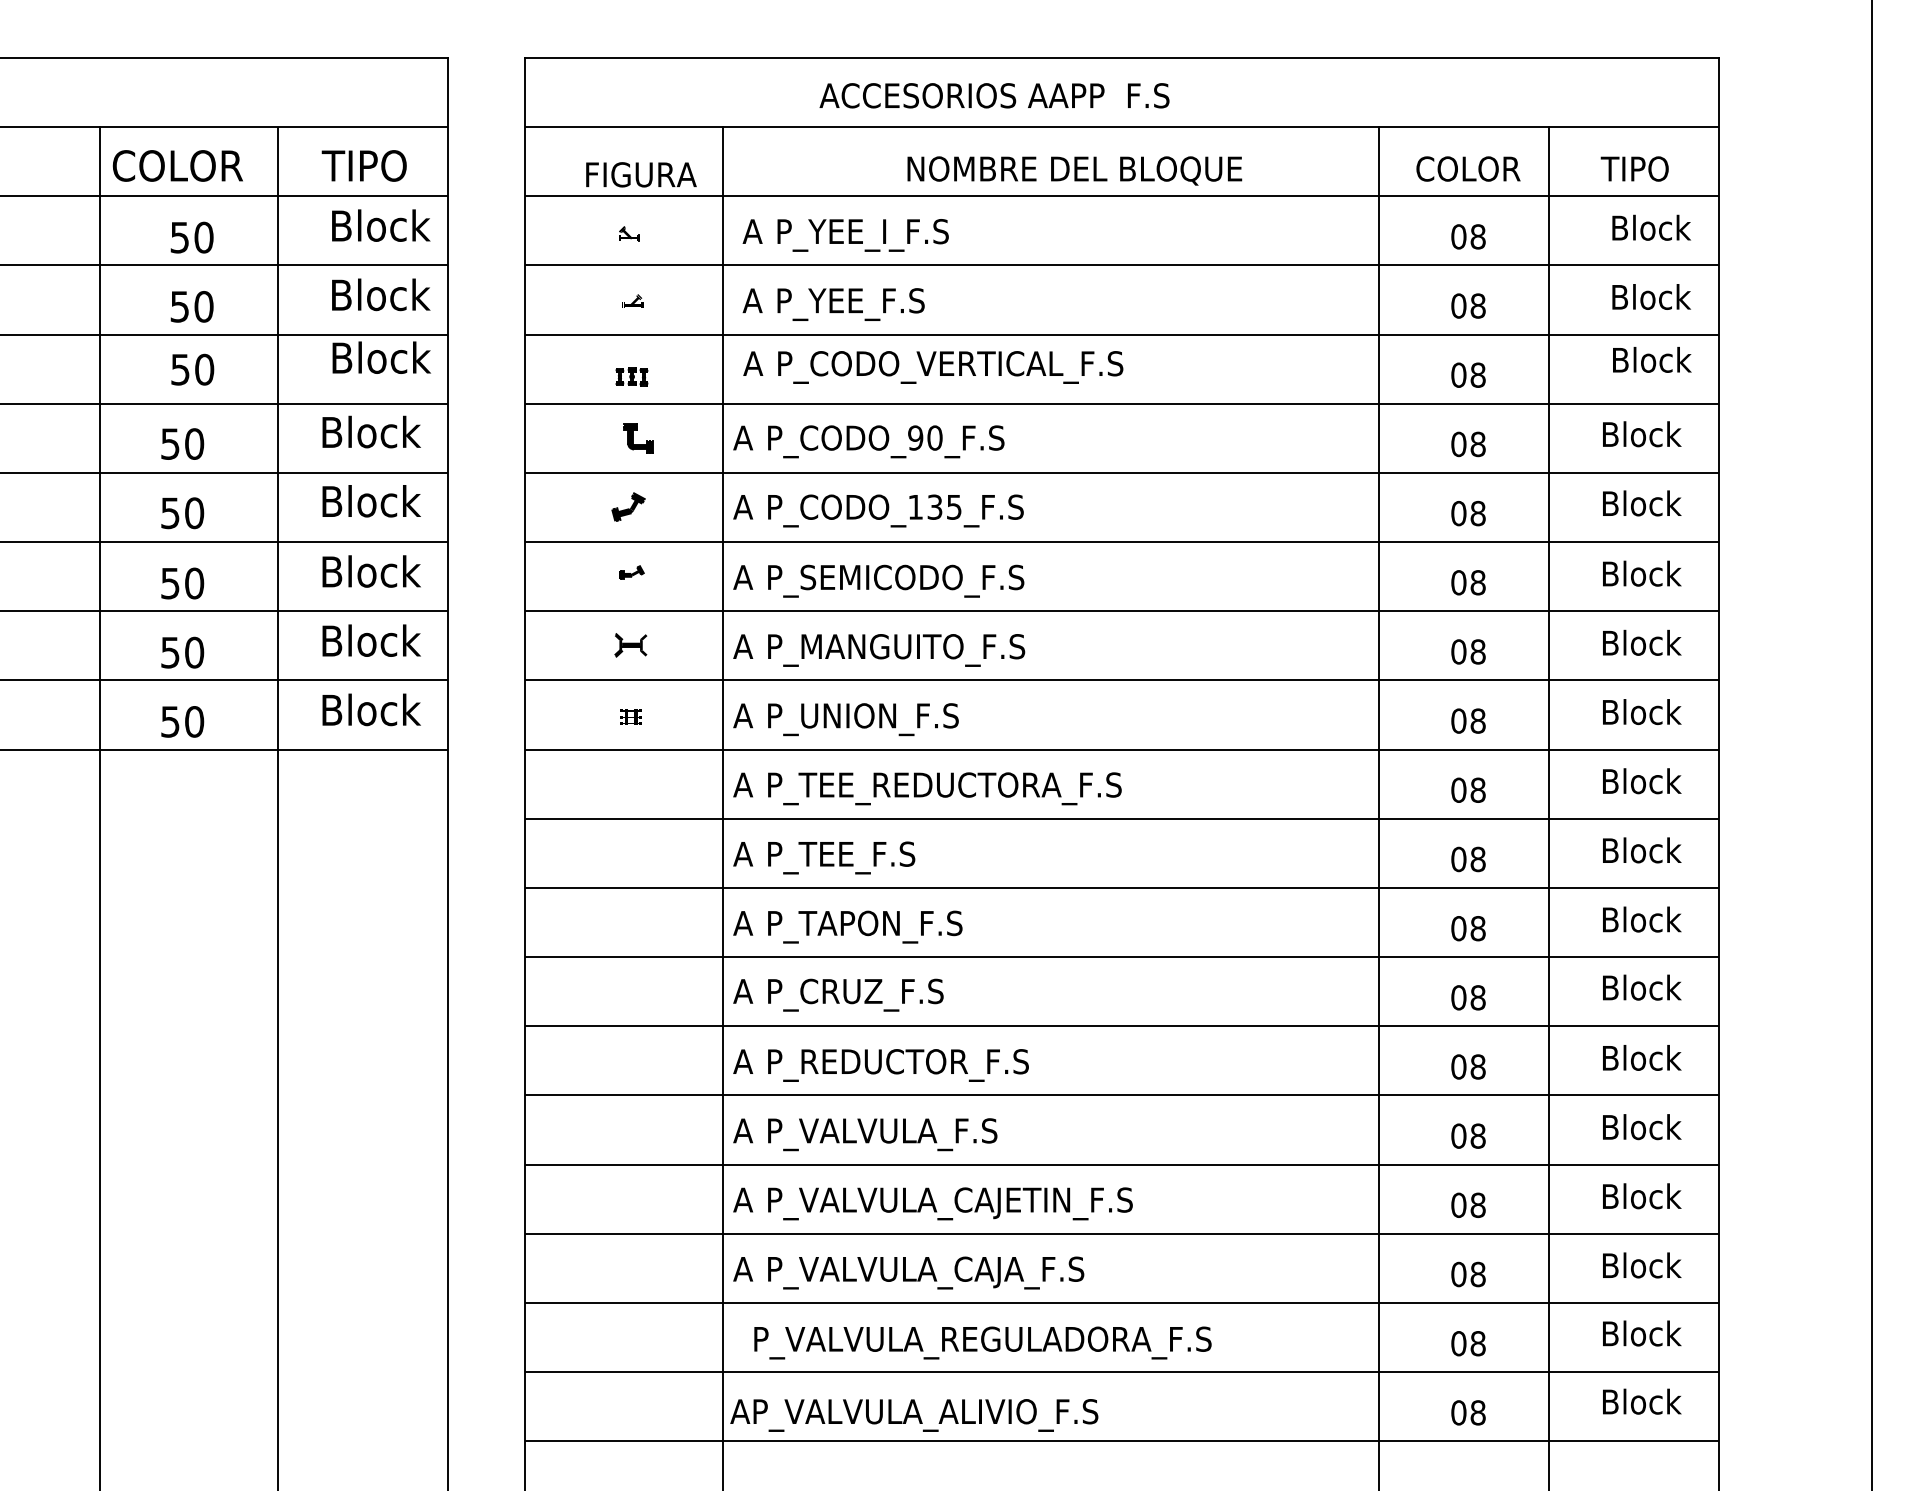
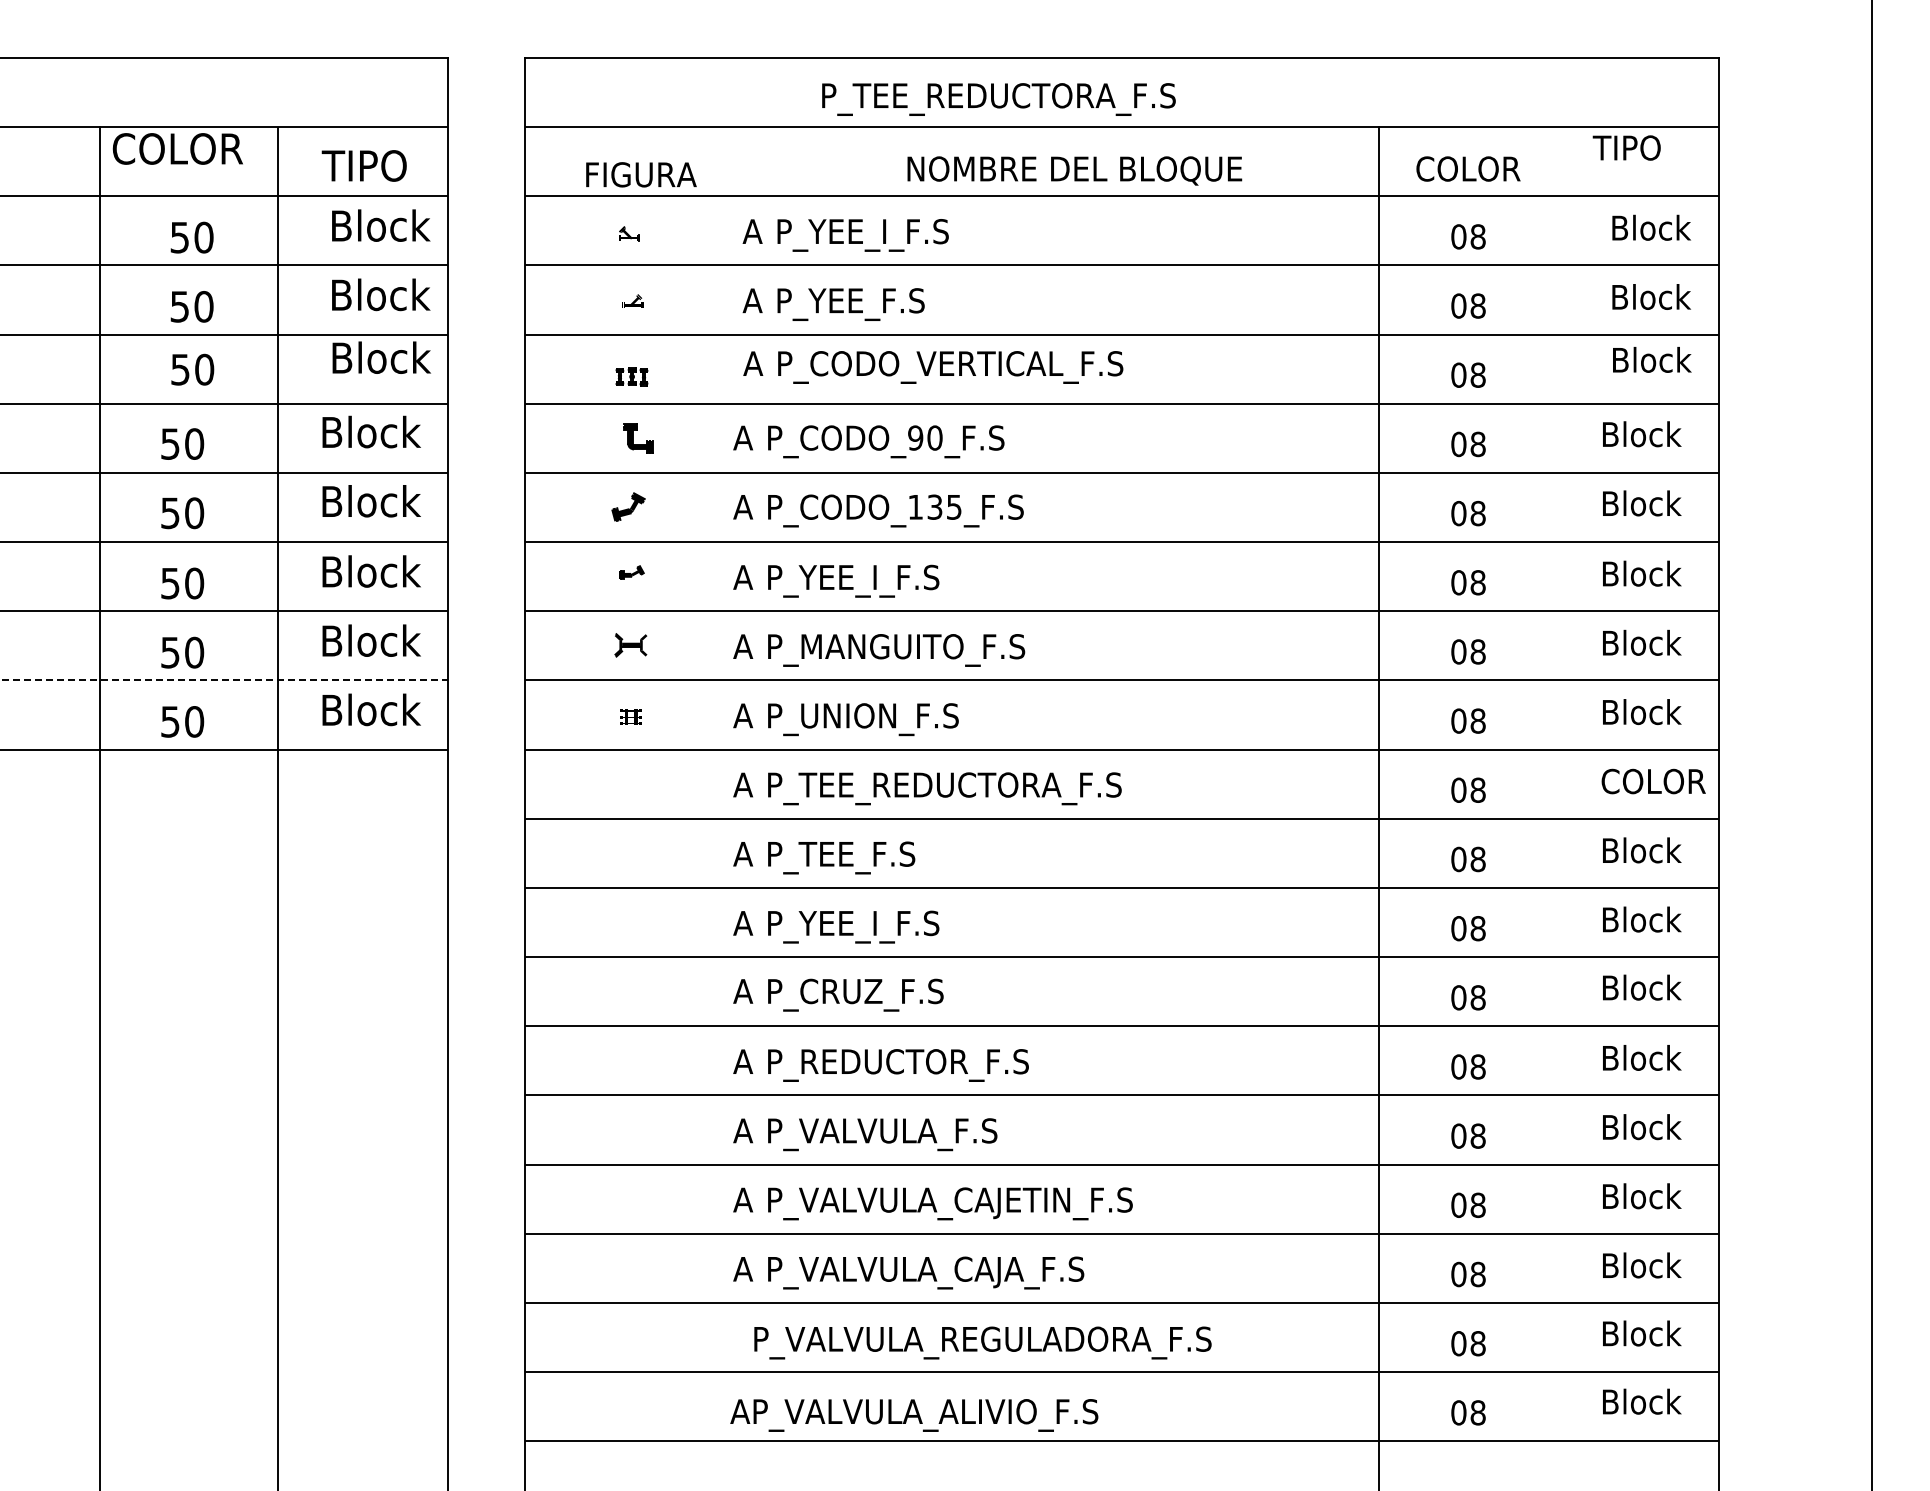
text at (997, 99): ACCESORIOS AAPP  F.S -> P_TEE_REDUCTORA_F.S
text at (177, 165) position: (177, 165) -> (177, 148)
text at (1634, 168) position: (1634, 168) -> (1626, 147)
text at (911, 580): P_SEMICODO_F.S -> P_YEE_I_F.S
line at (224, 680): solid -> dashed
text at (1653, 781): Block -> COLOR
line at (722, 806): present -> none
line at (1549, 806): present -> none
text at (880, 926): P_TAPON_F.S -> P_YEE_I_F.S
